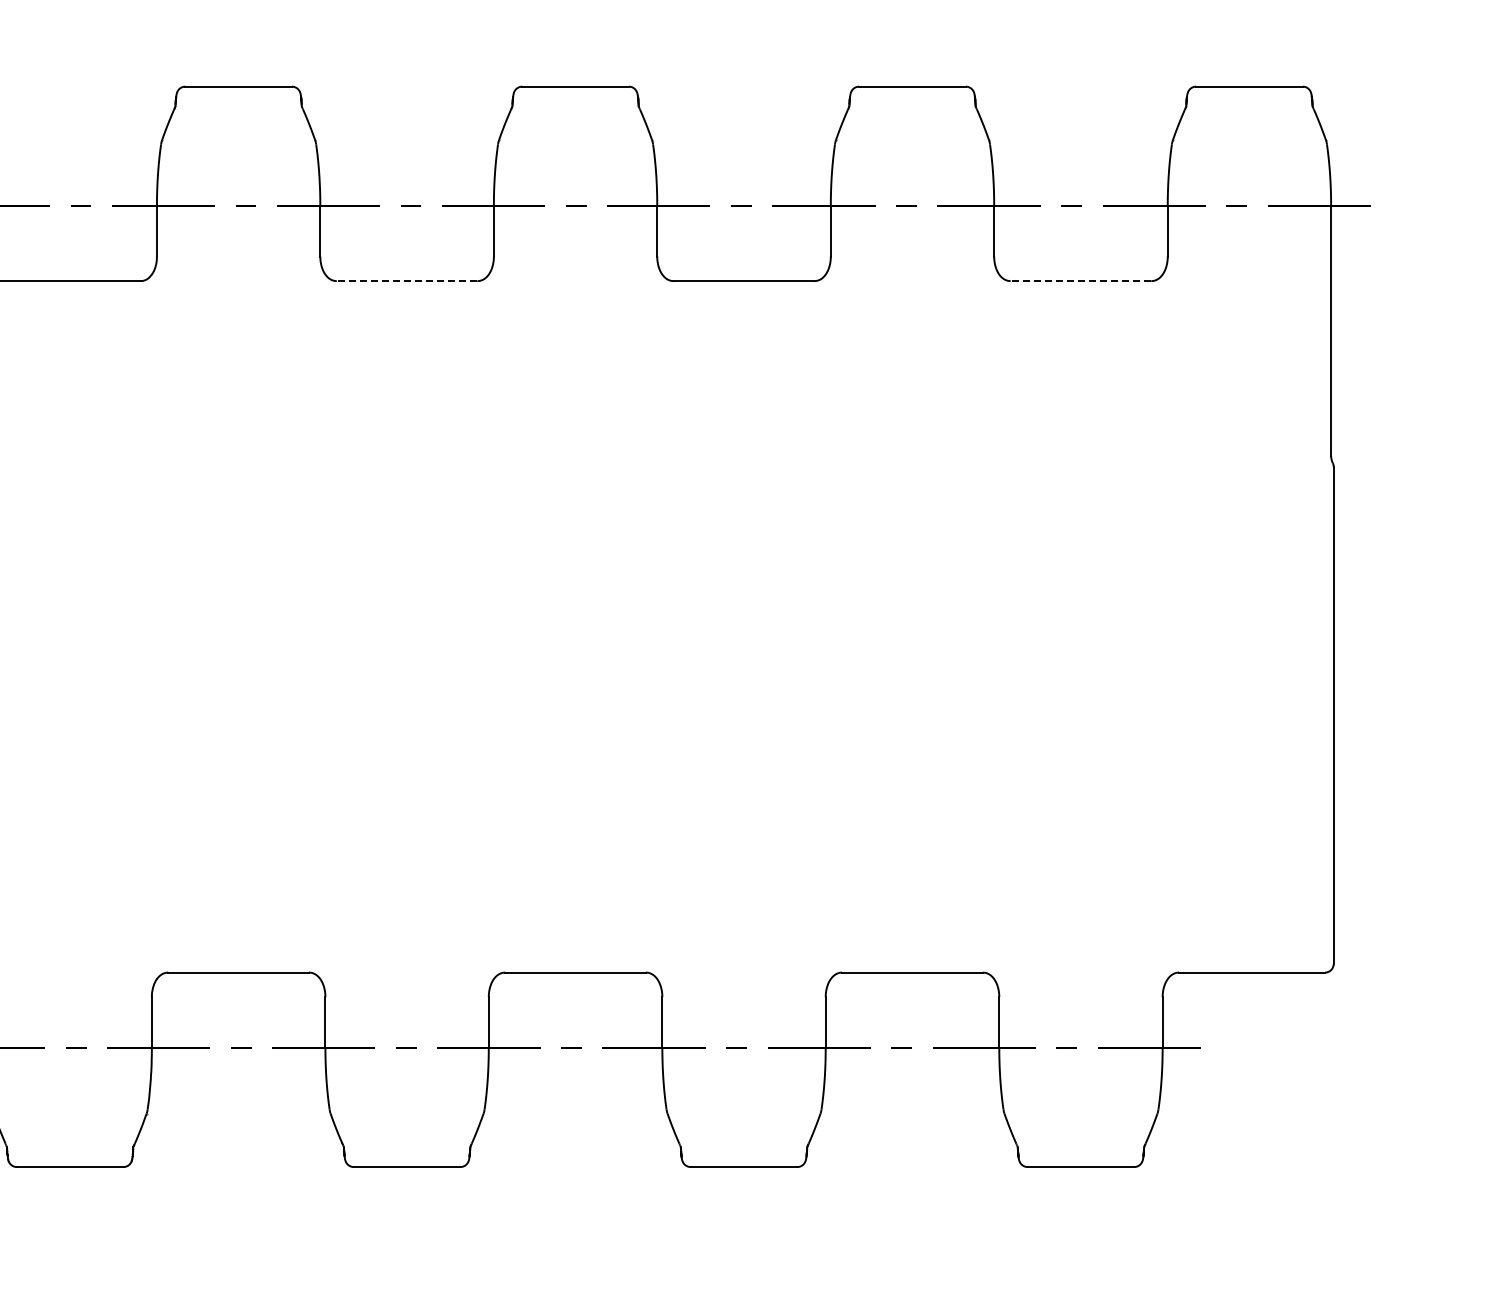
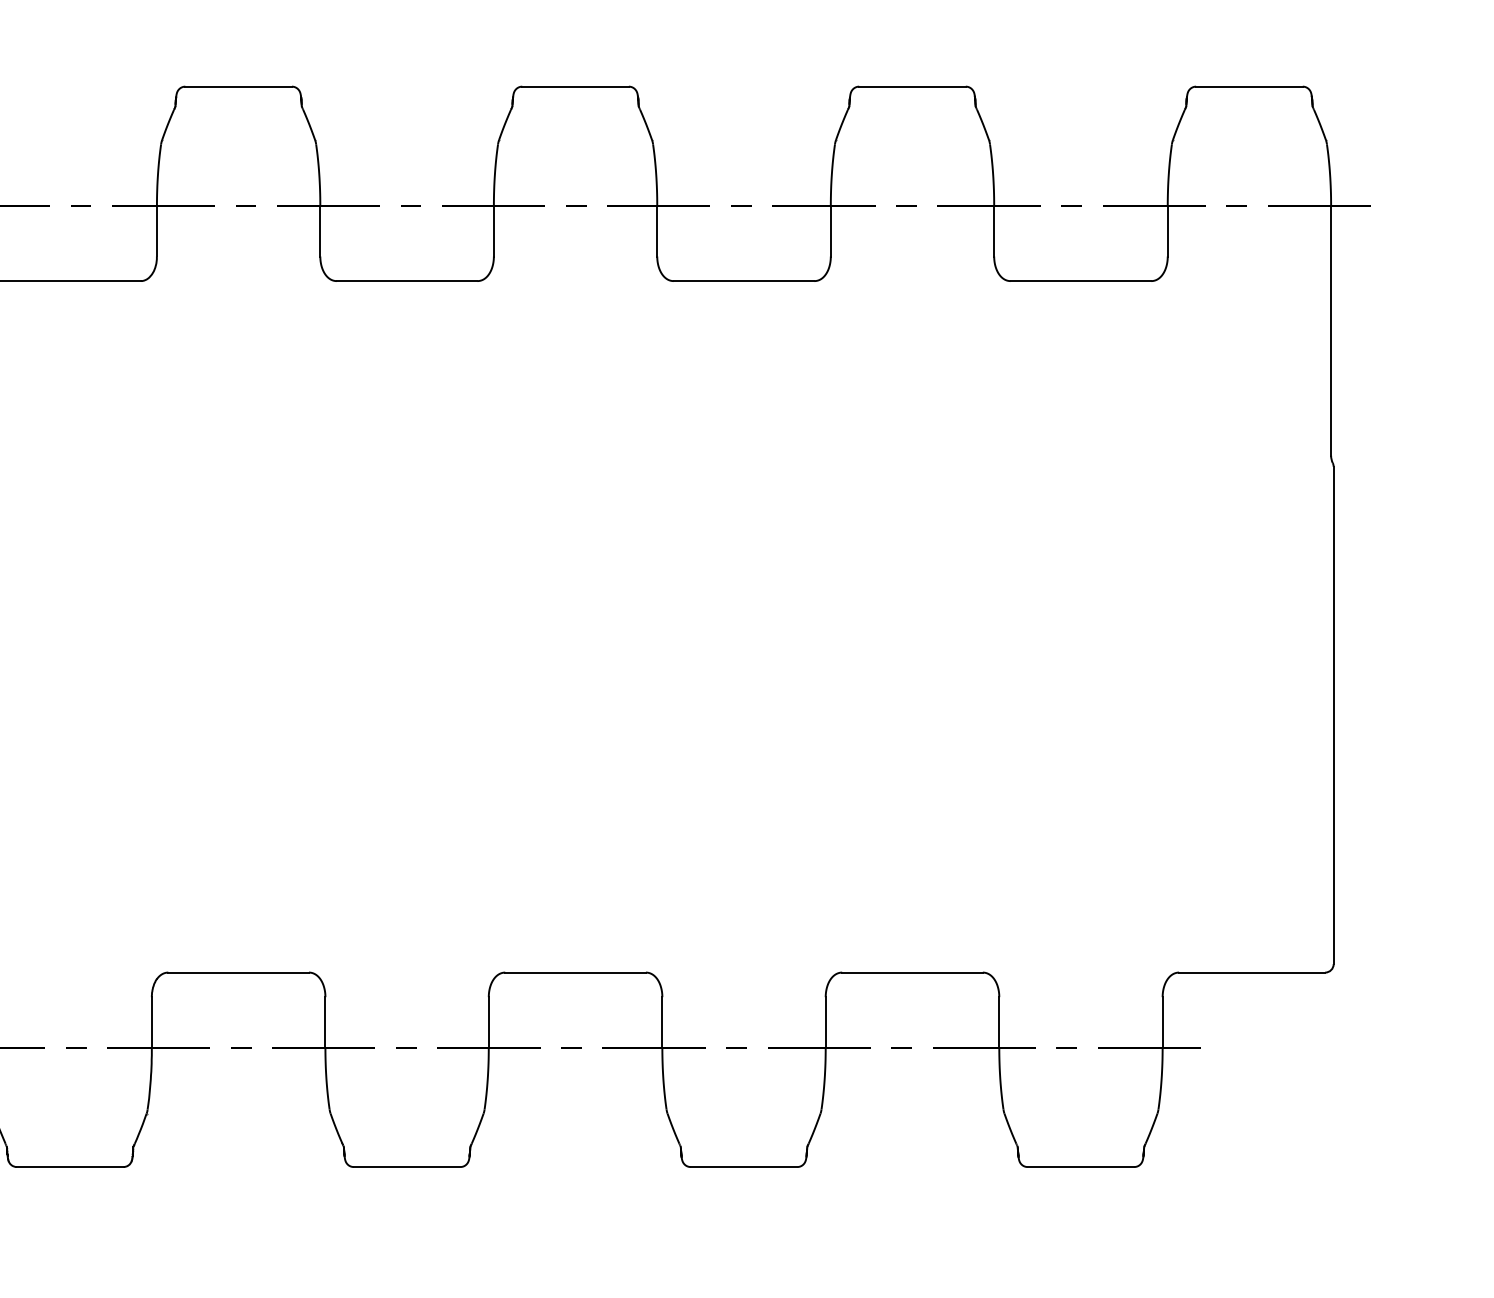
line at (406, 281): dashed -> solid
line at (1080, 281): dashed -> solid
